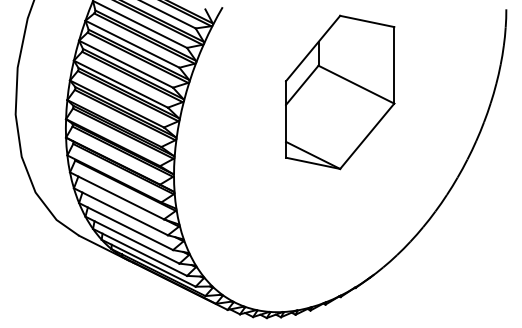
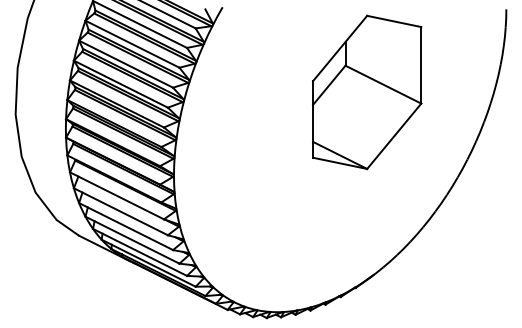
part at (340, 92) position: (340, 92) -> (367, 92)
